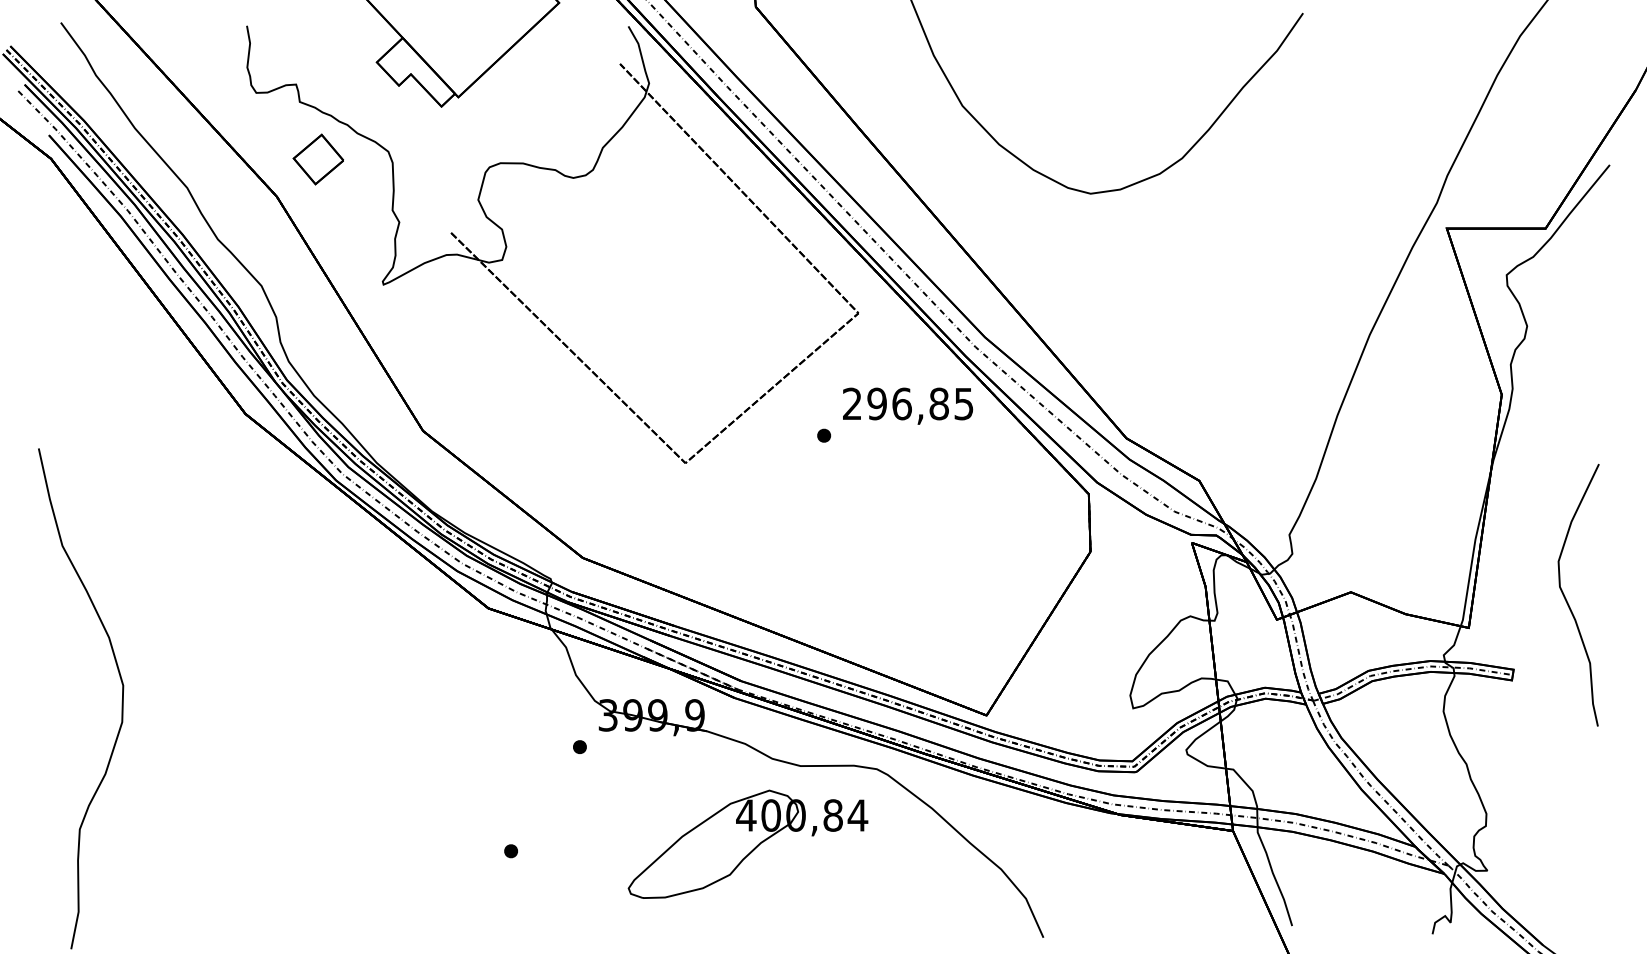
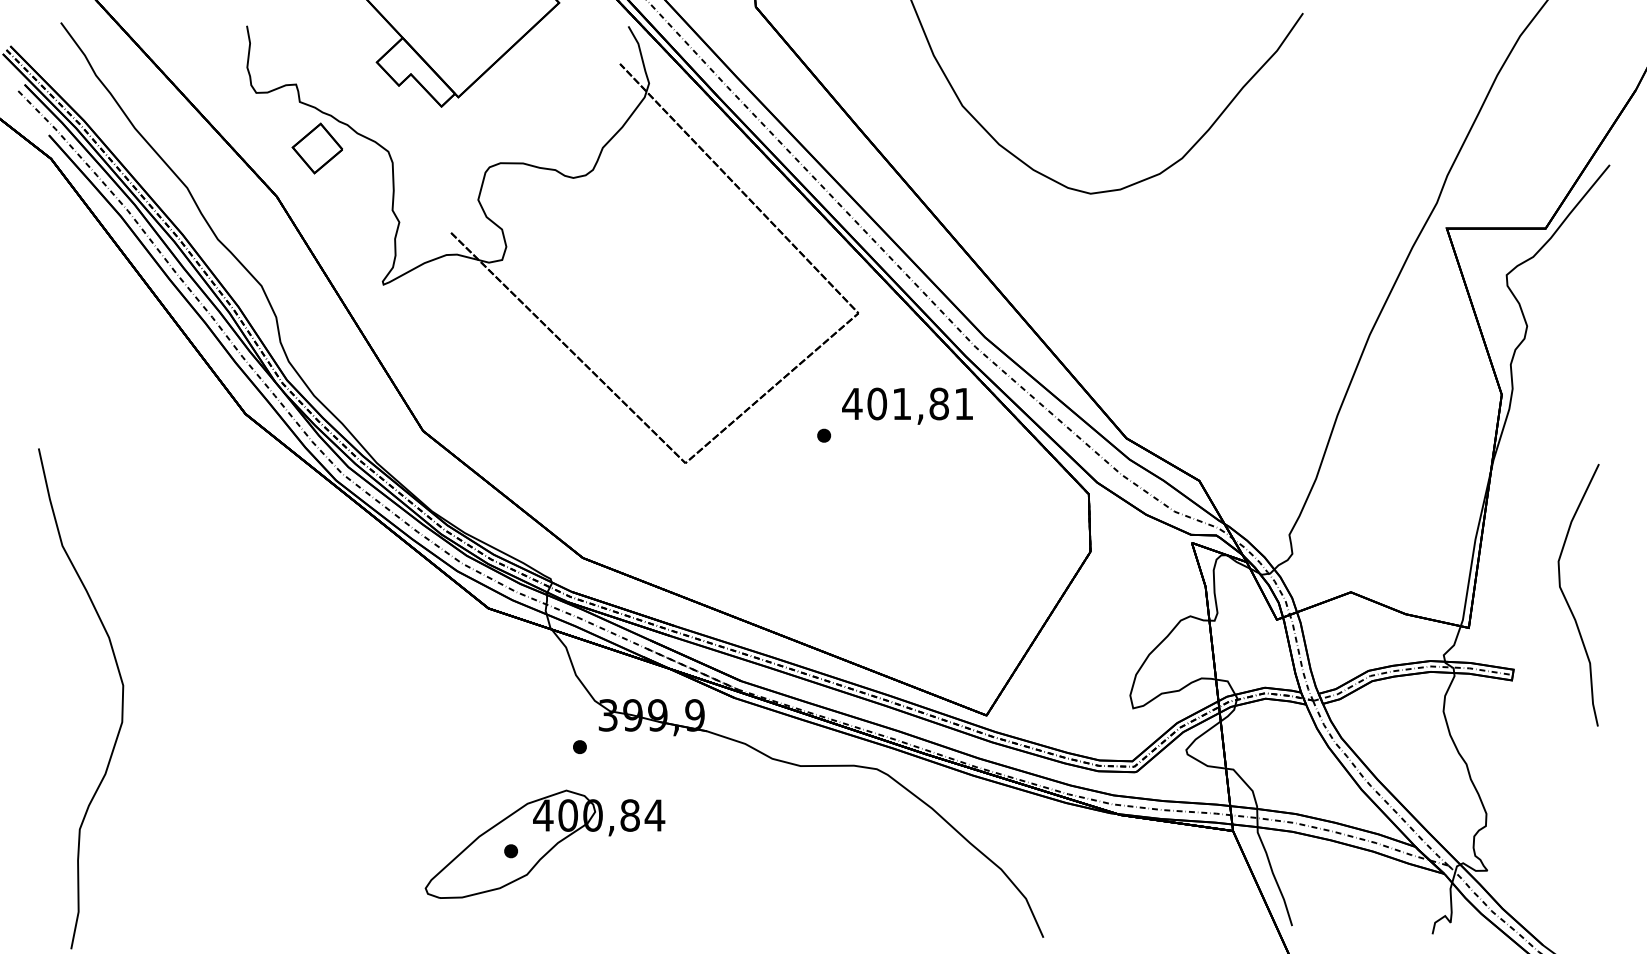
part at (317, 159) position: (317, 159) -> (316, 148)
text at (907, 403): 296,85 -> 401,81
part at (747, 843) position: (747, 843) -> (544, 843)
